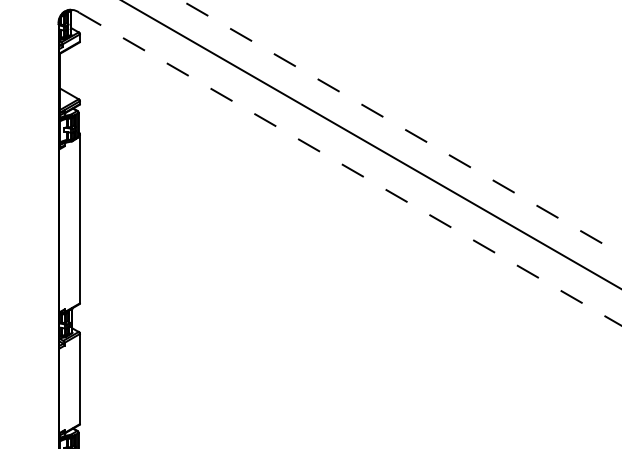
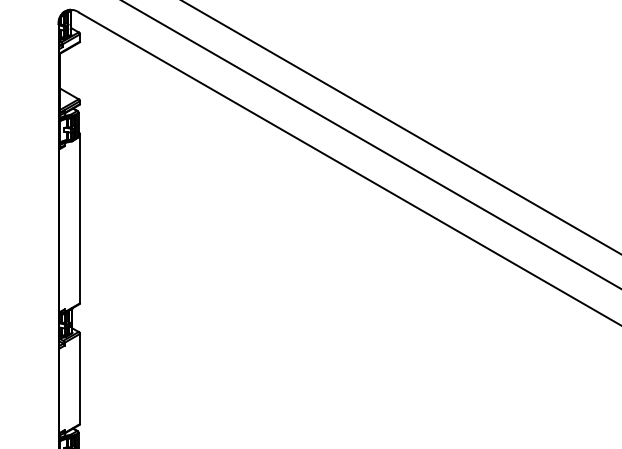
line at (400, 127): dashed -> solid
line at (350, 169): dashed -> solid
